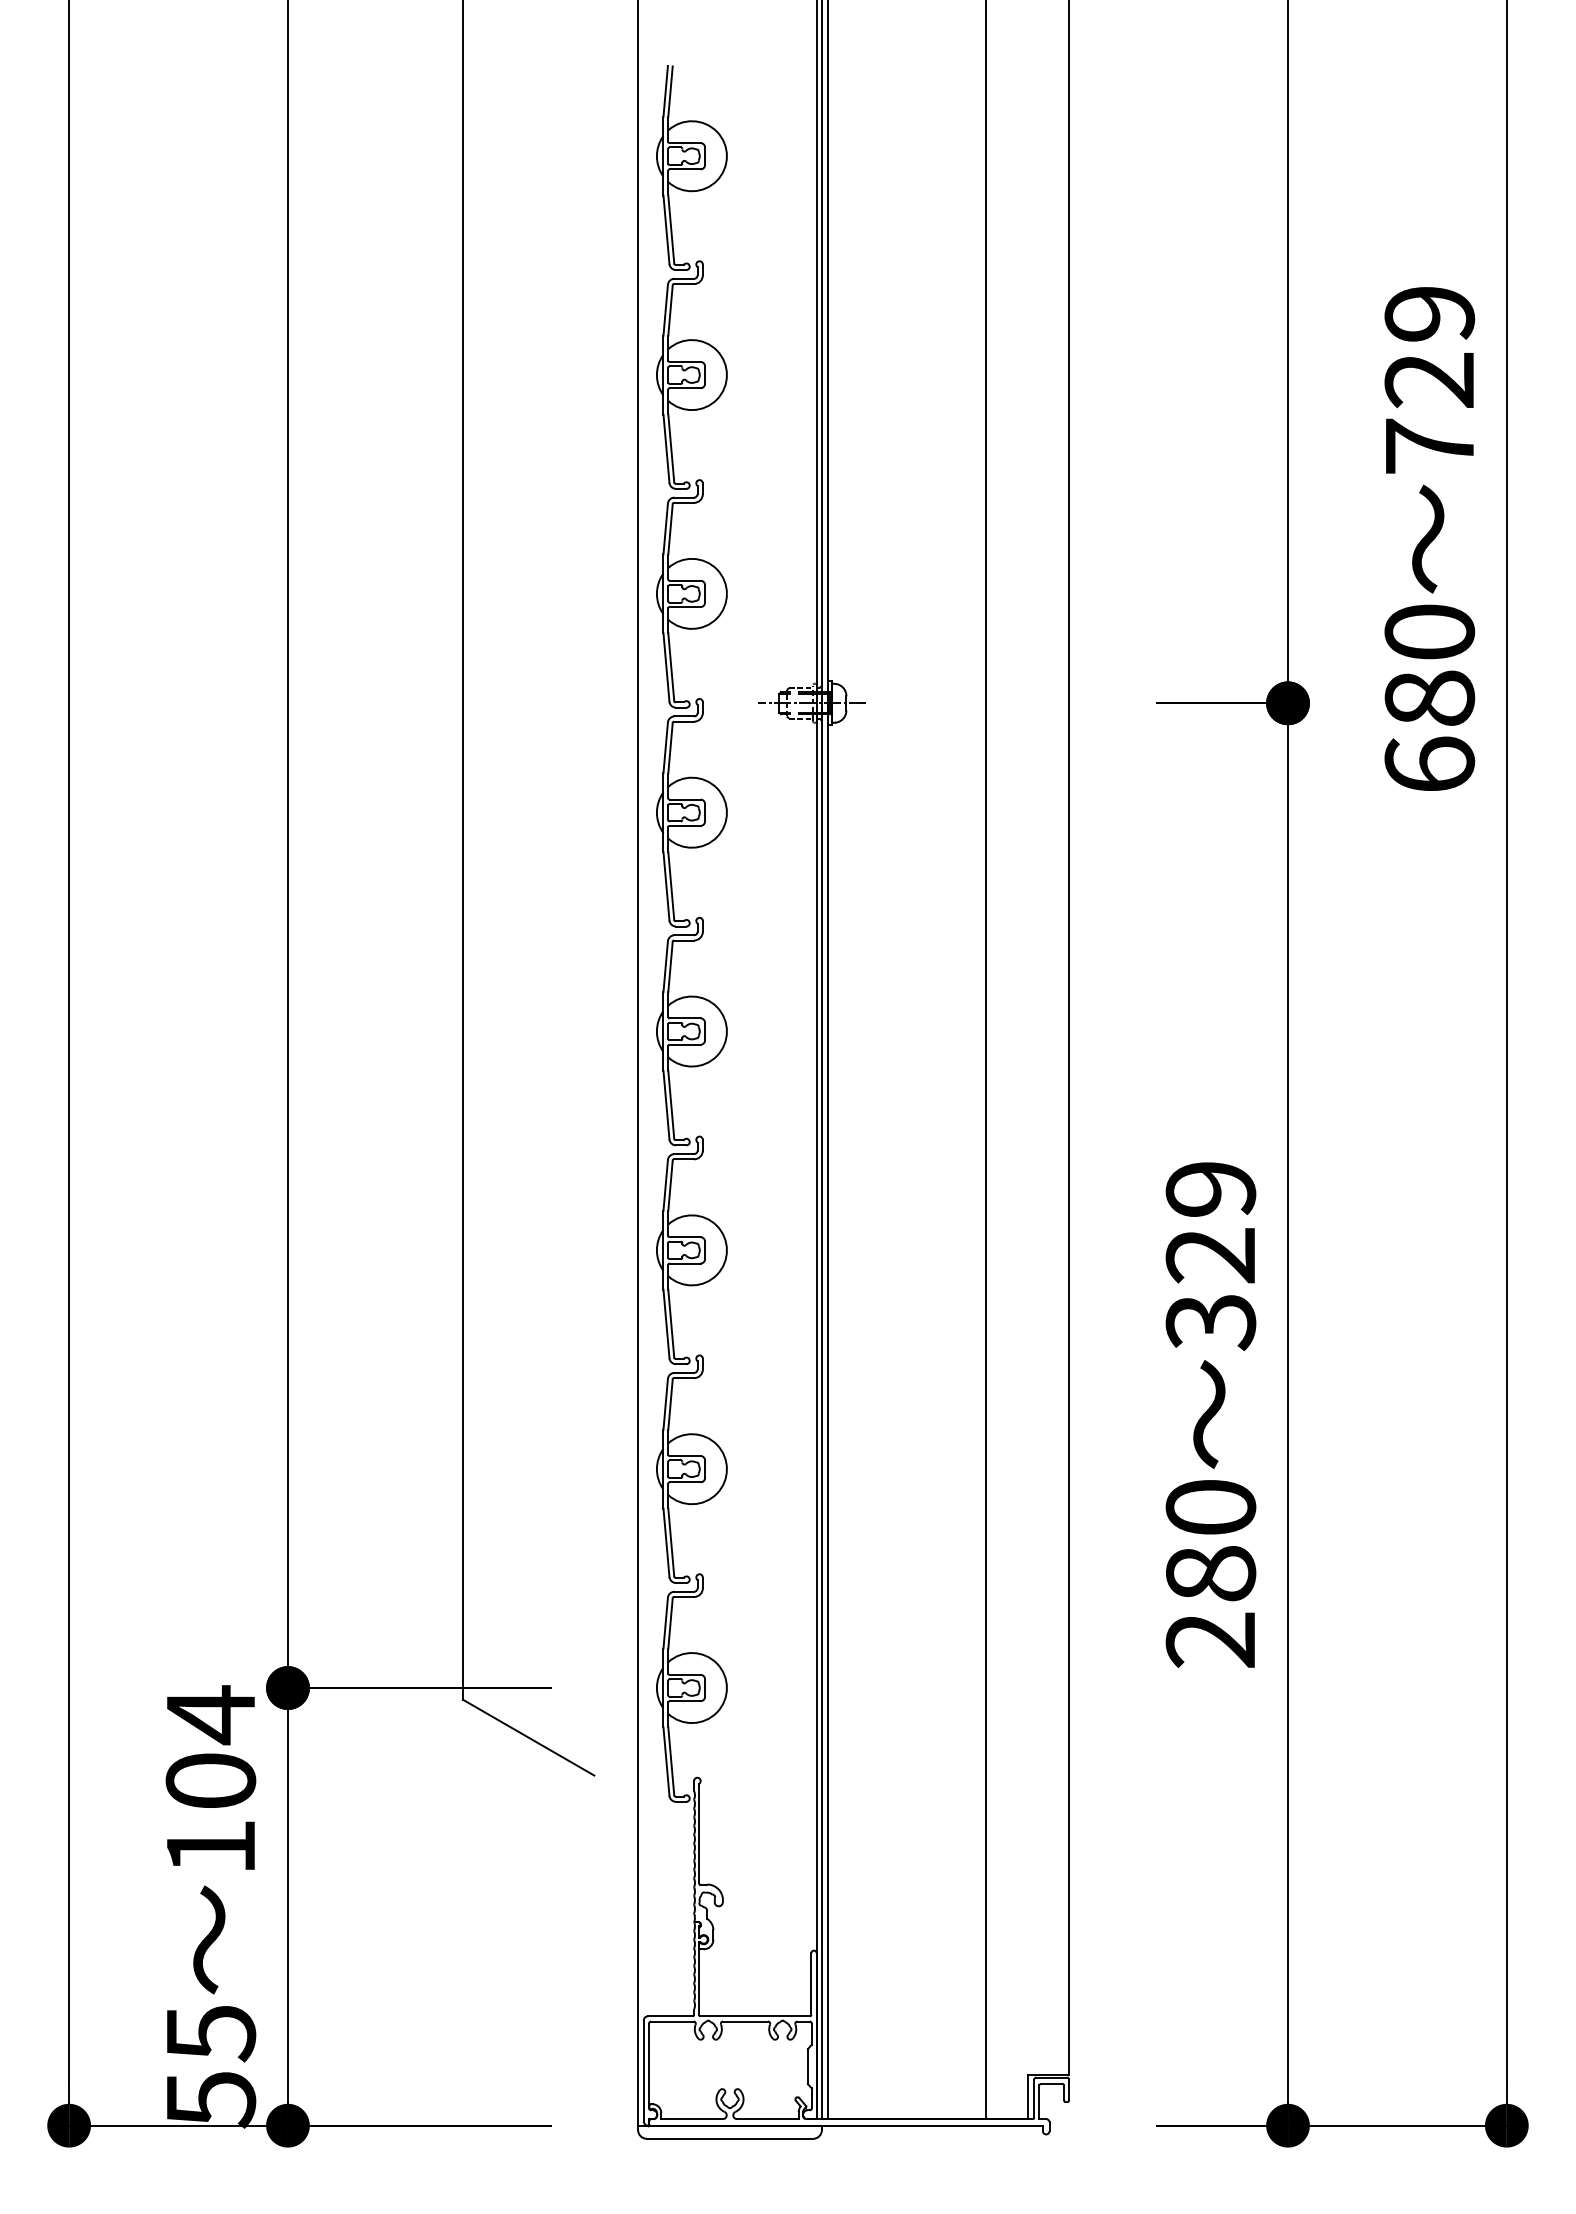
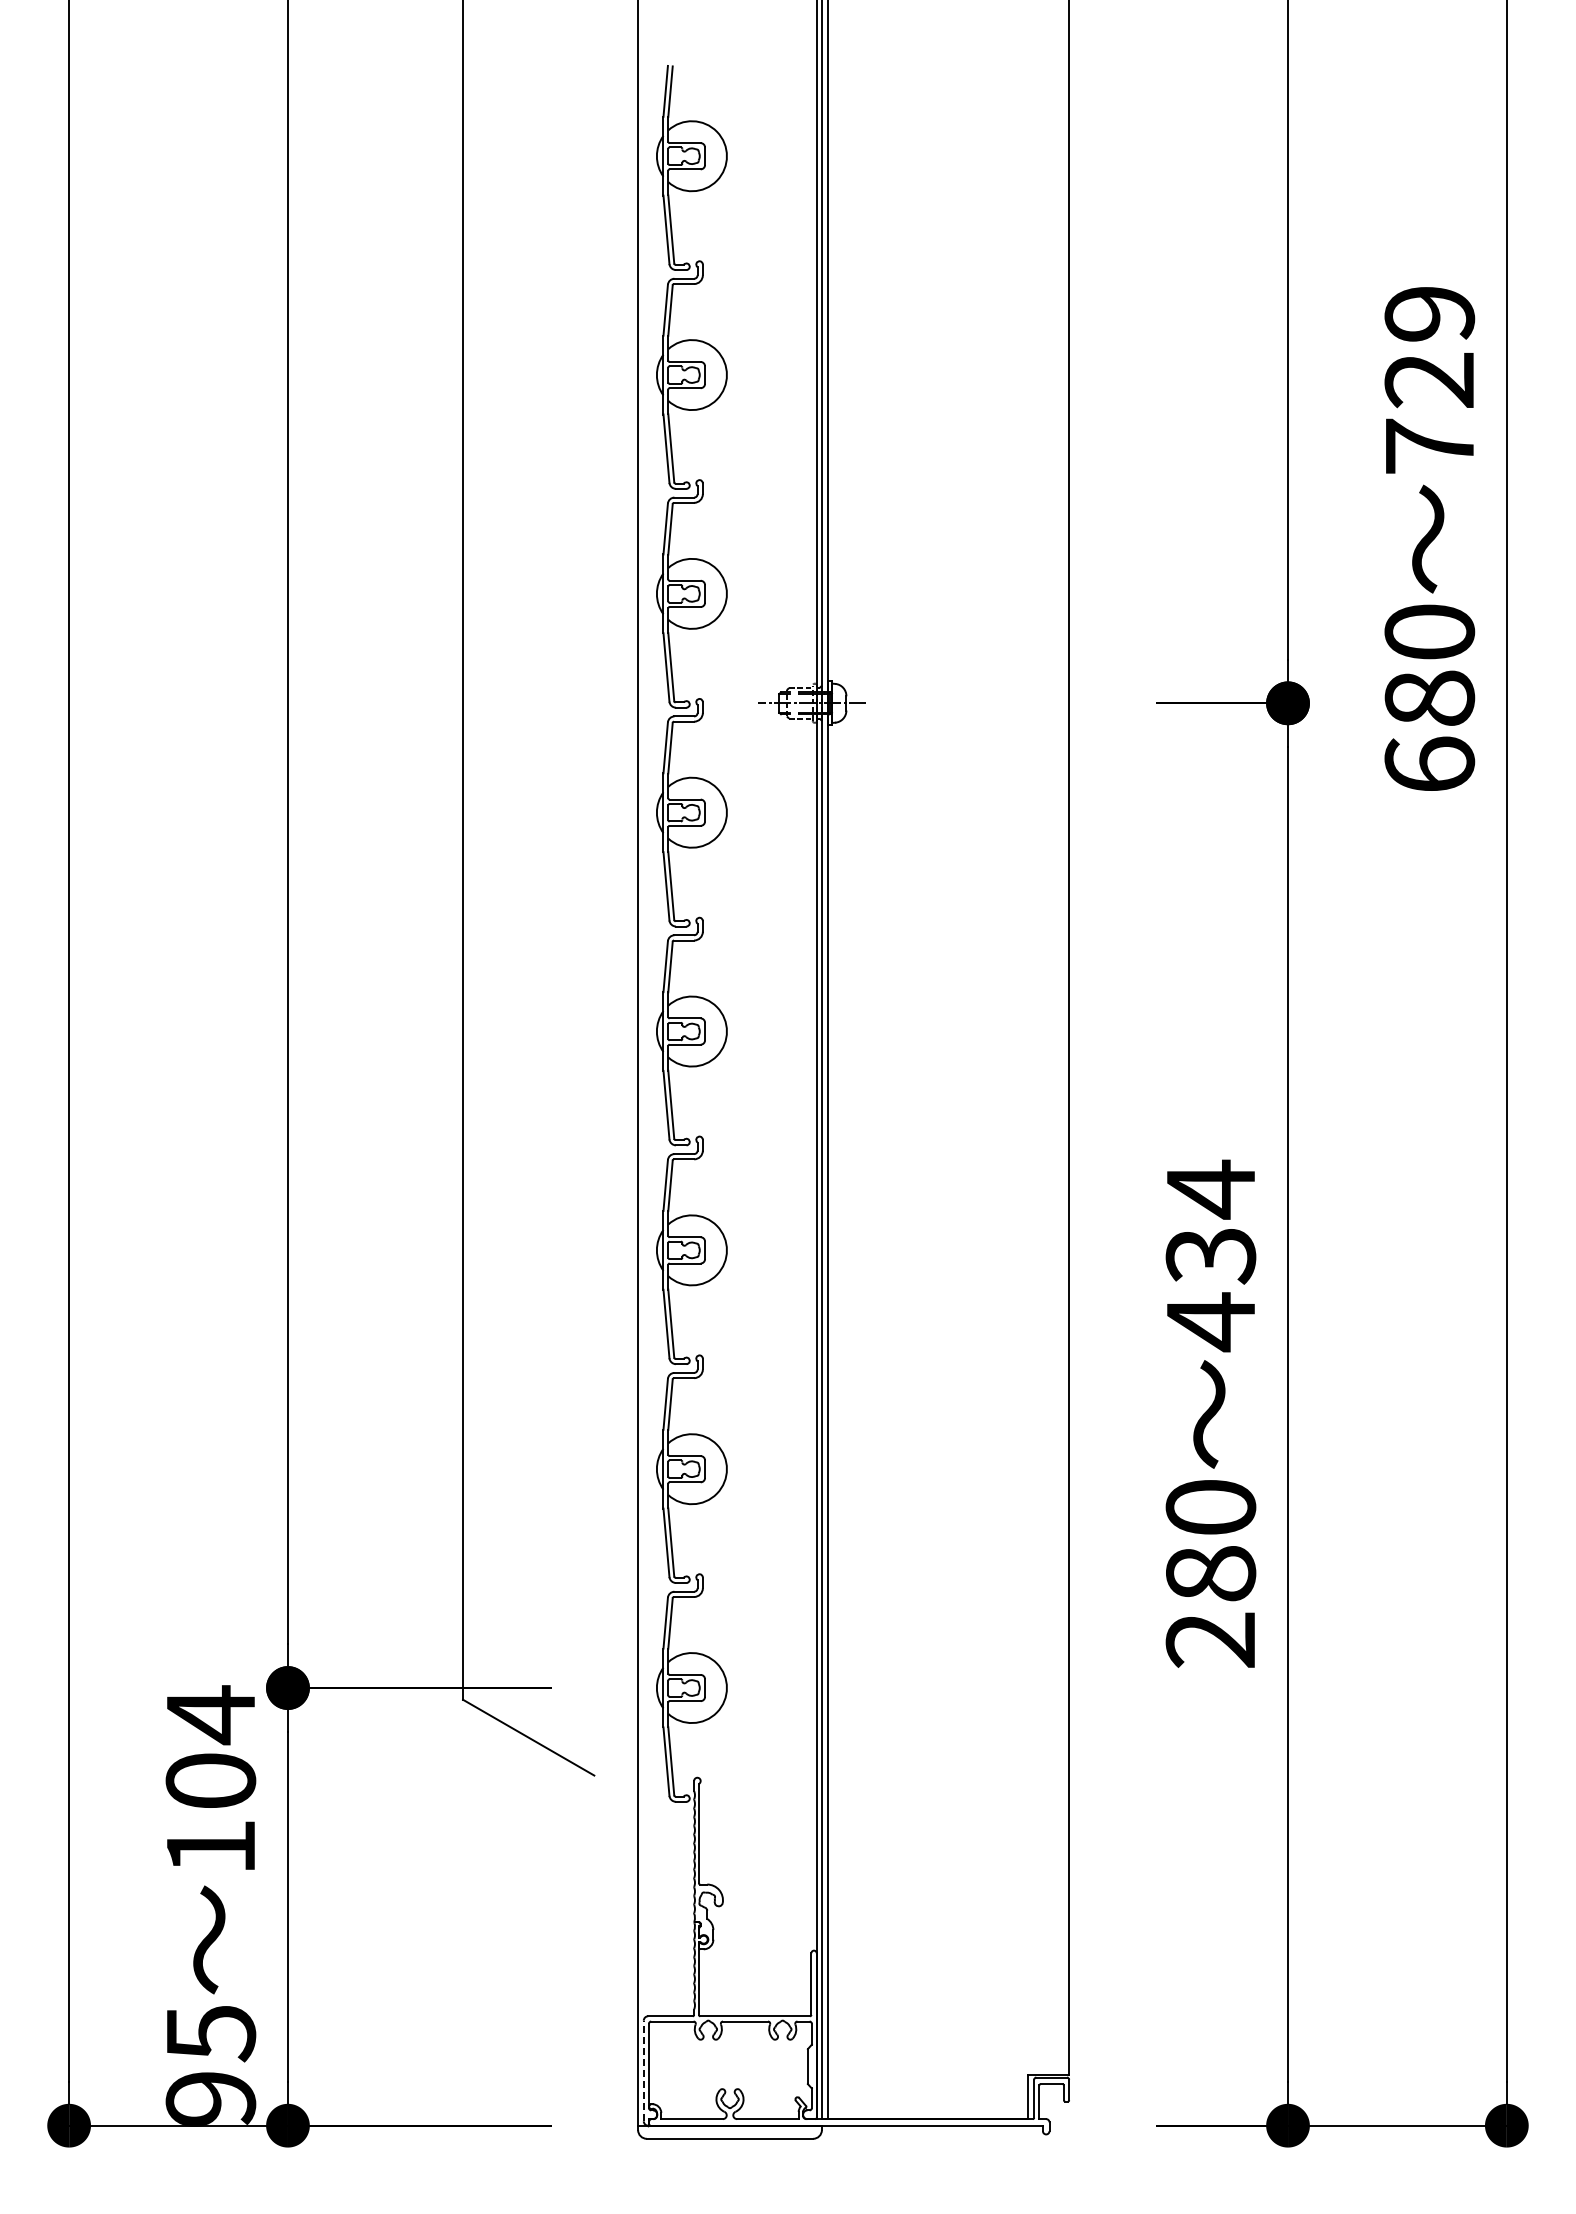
line at (986, 1060): present -> none
text at (1210, 1255): 329 -> 434
line at (643, 2070): solid -> dashed
text at (210, 2100): 55 -> 95
